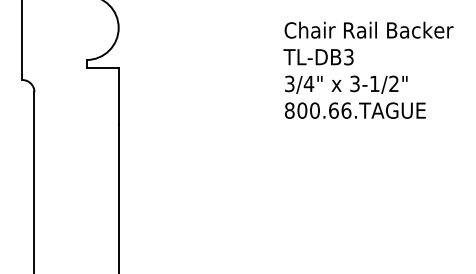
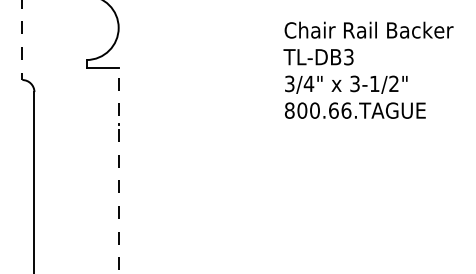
line at (22, 40): solid -> dashed
line at (118, 171): solid -> dashed
